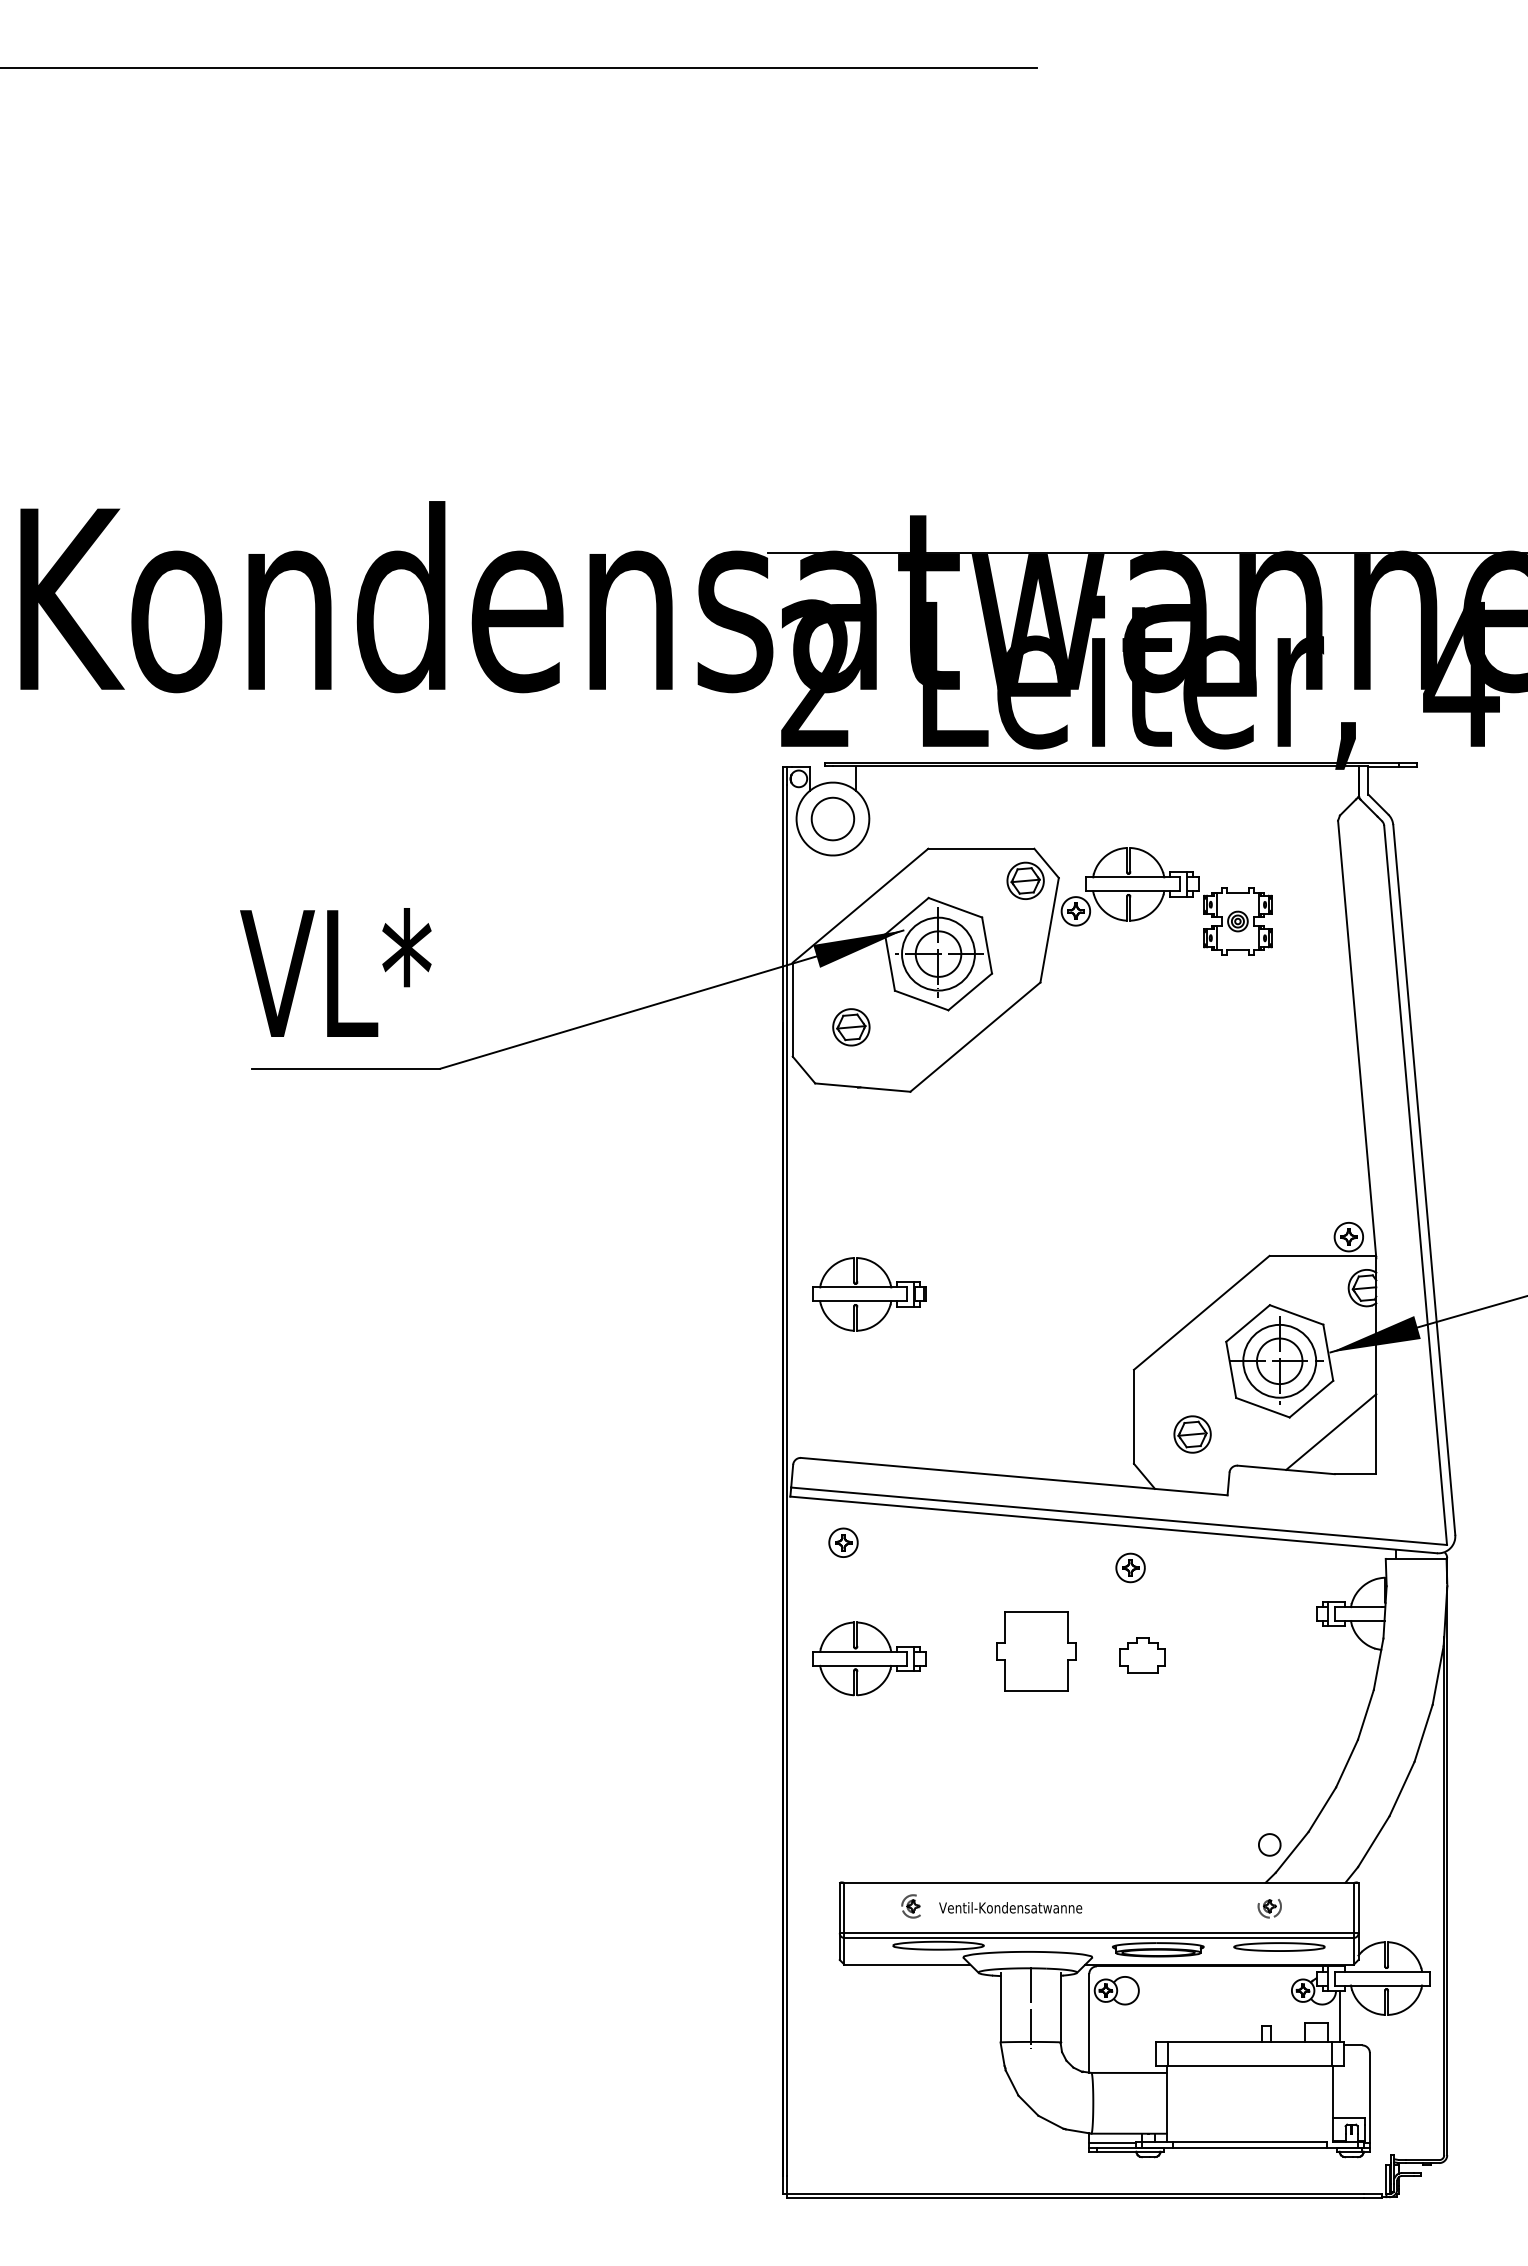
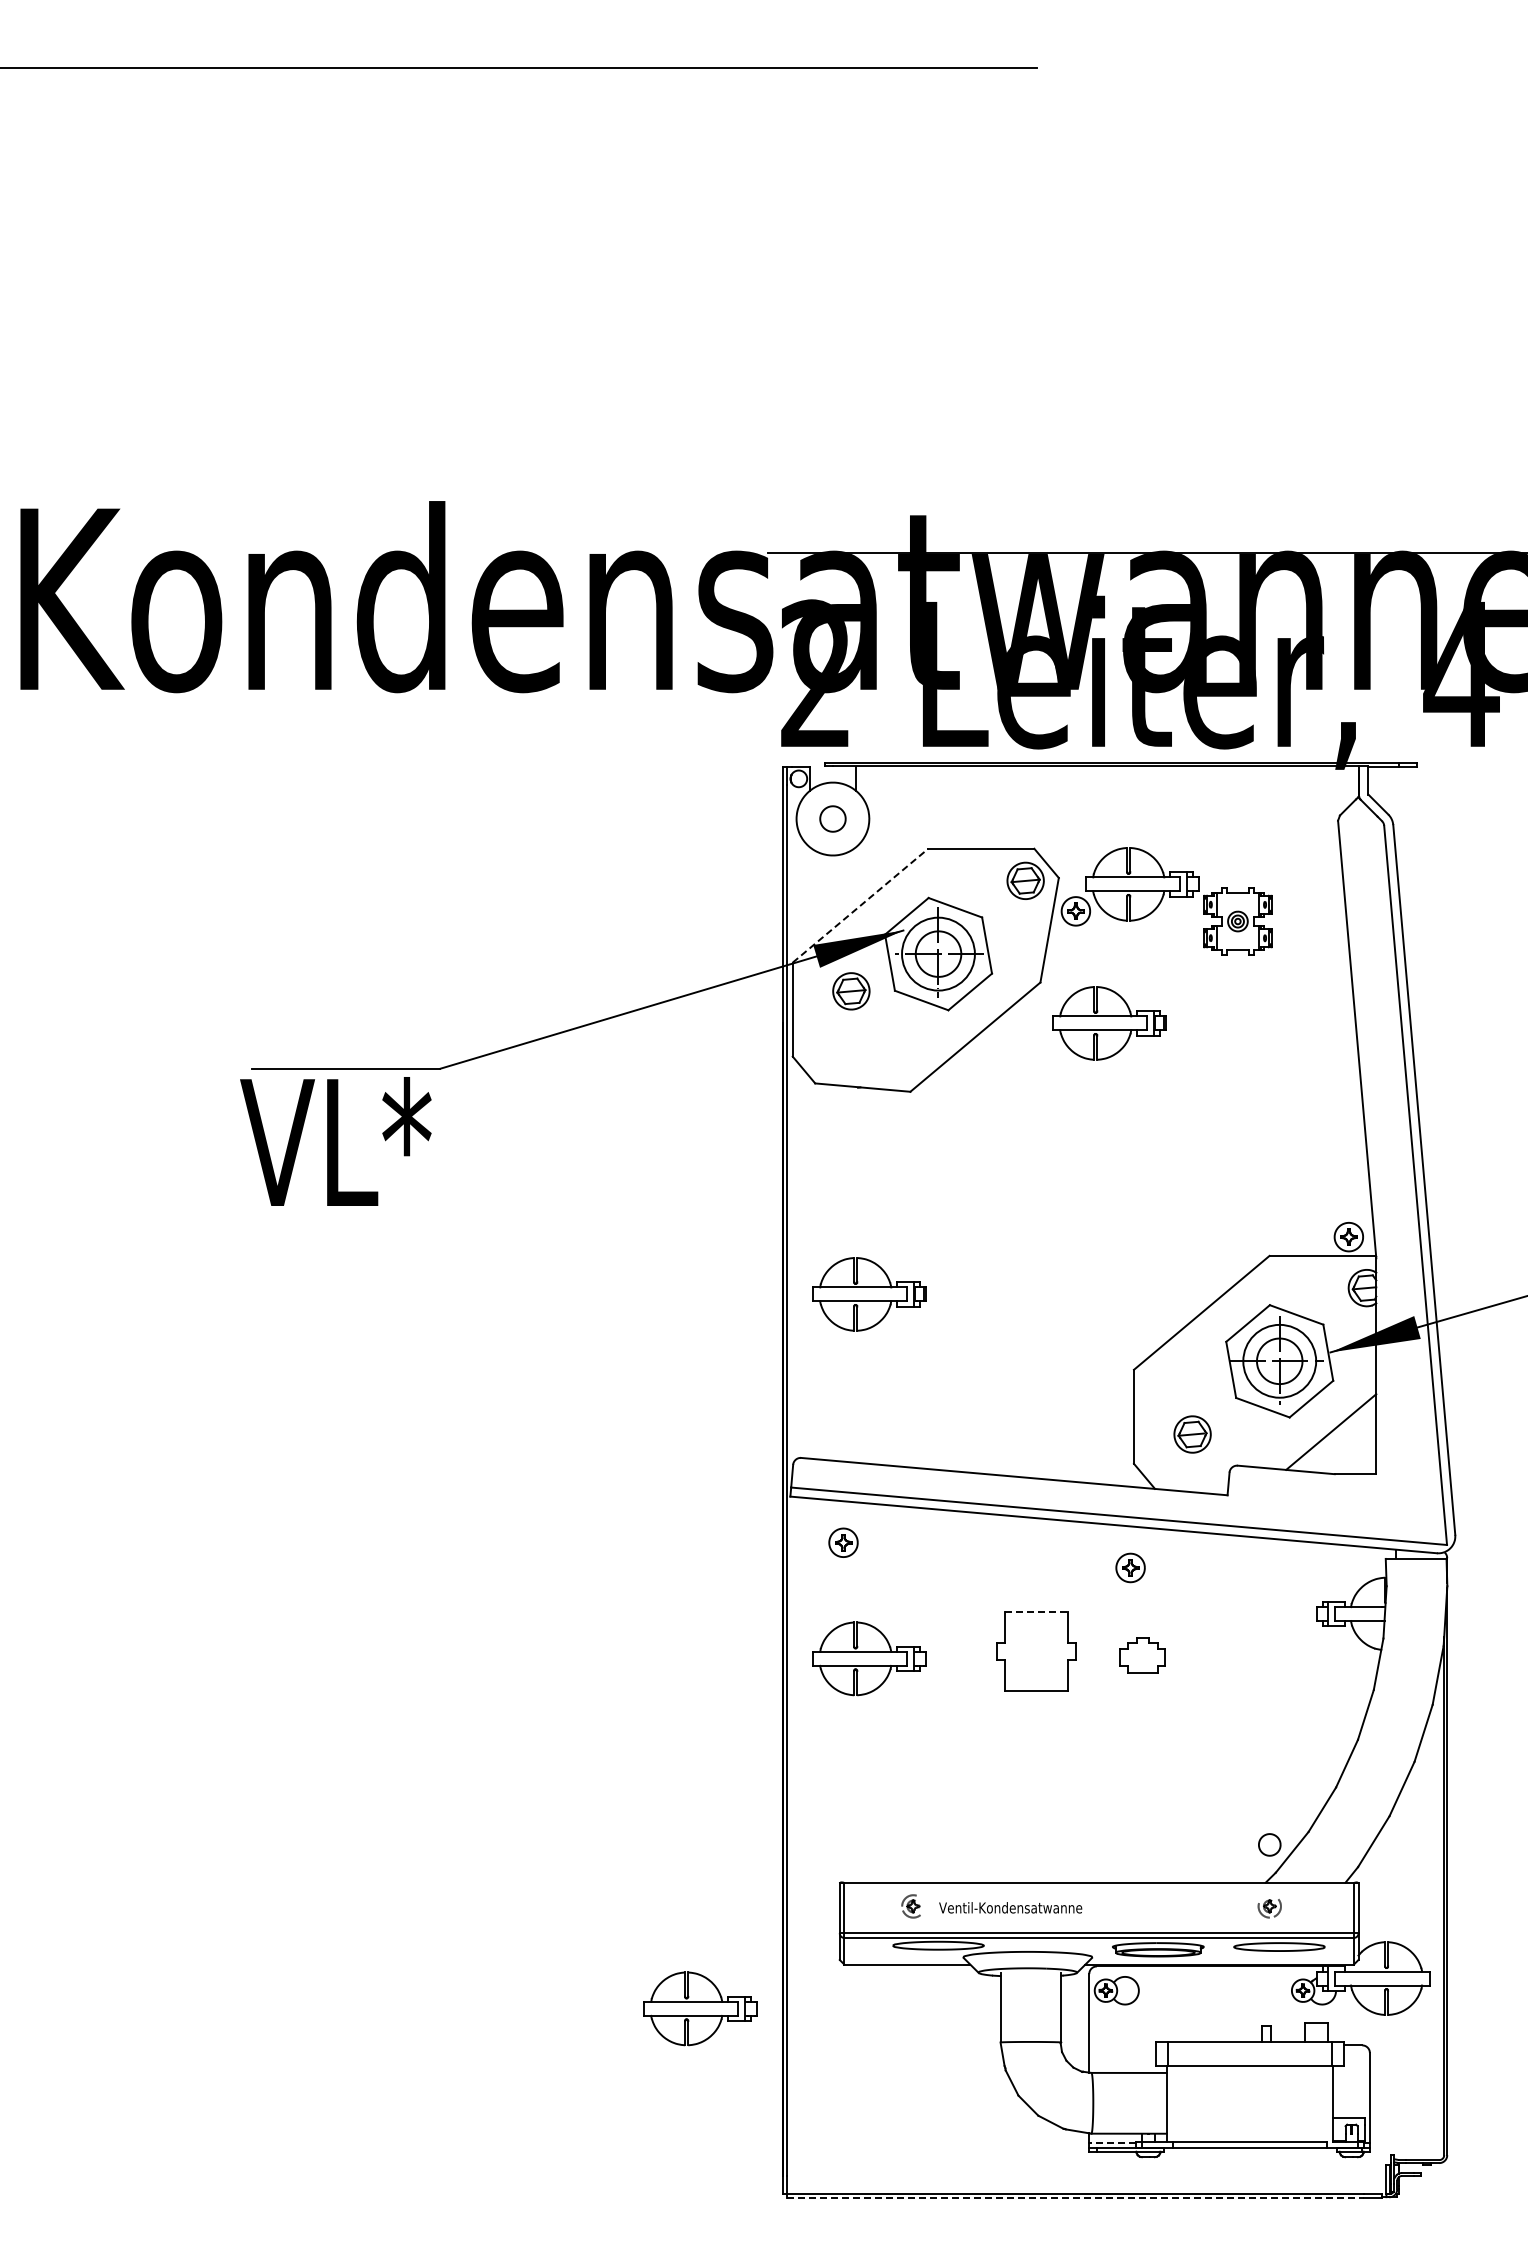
part at (832, 818) size: 46x46 px -> 28x28 px
line at (860, 905): solid -> dashed
text at (335, 972) position: (335, 972) -> (335, 1141)
part at (1109, 1023): none -> present
part at (851, 1027) position: (851, 1027) -> (851, 991)
line at (1036, 1611): solid -> dashed
line at (1030, 2007): present -> none
part at (700, 2008): none -> present
line at (1339, 2015): present -> none
line at (1112, 2143): solid -> dashed
line at (1075, 2198): solid -> dashed
